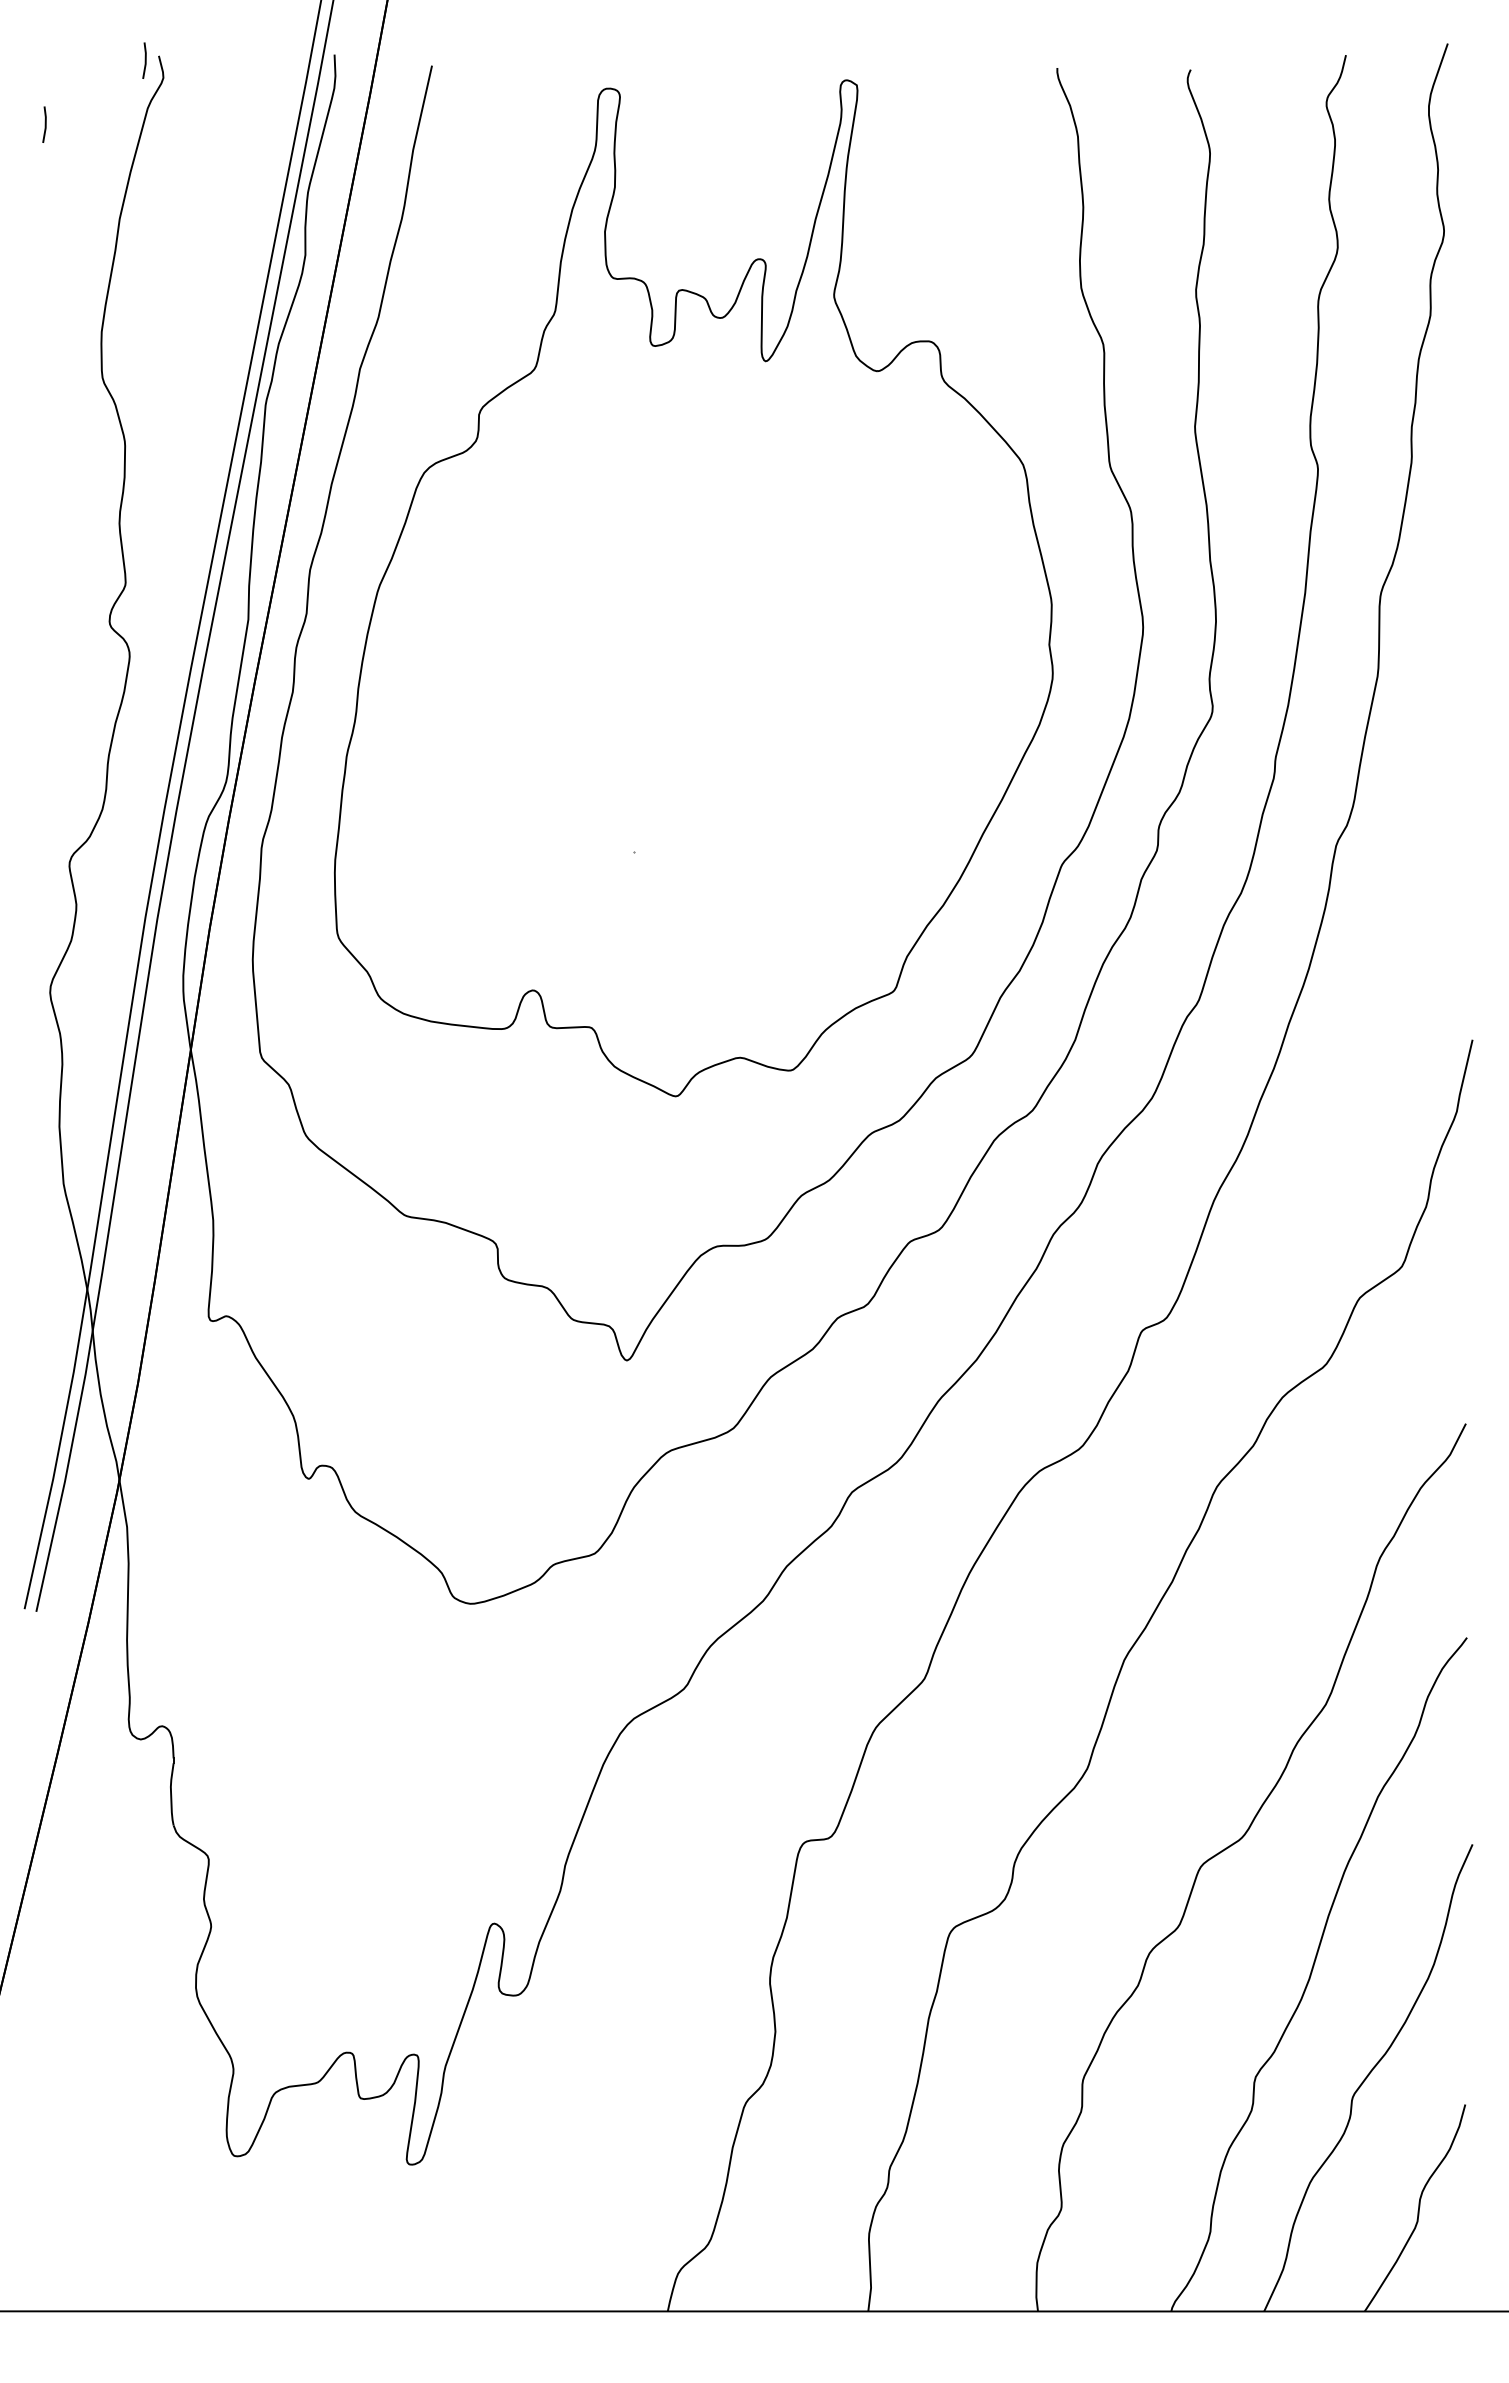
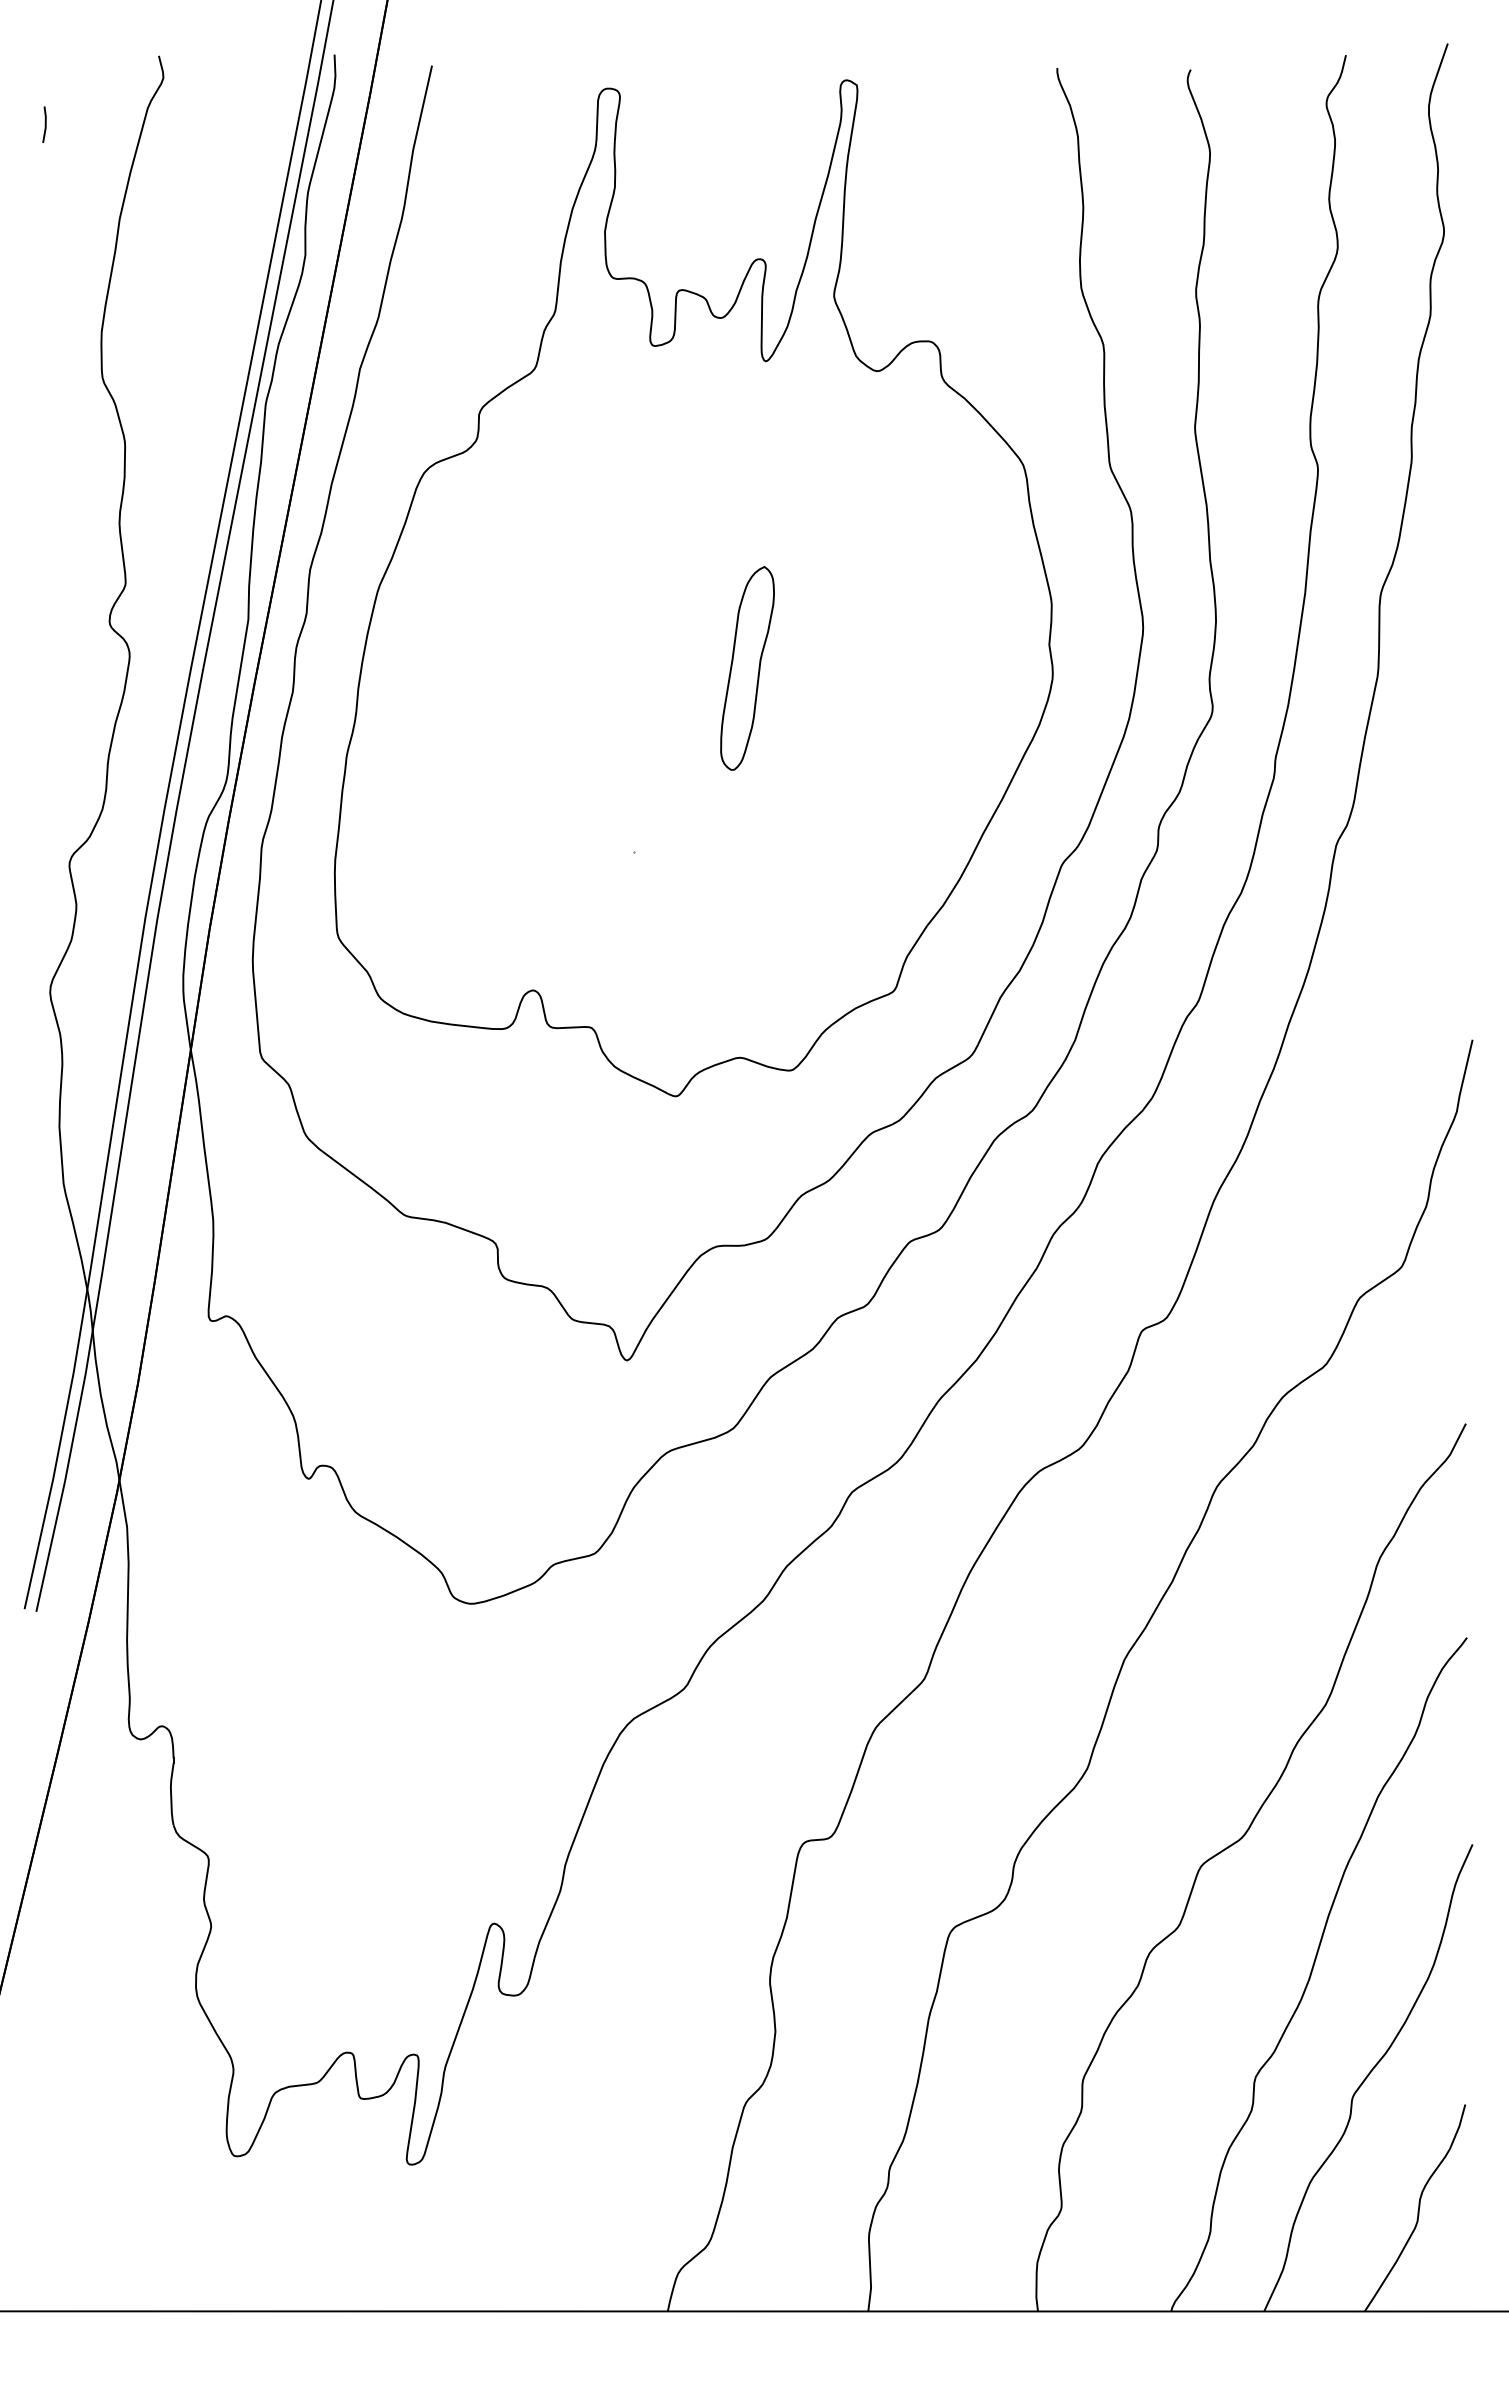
line at (144, 60): present -> none
part at (747, 668): none -> present
